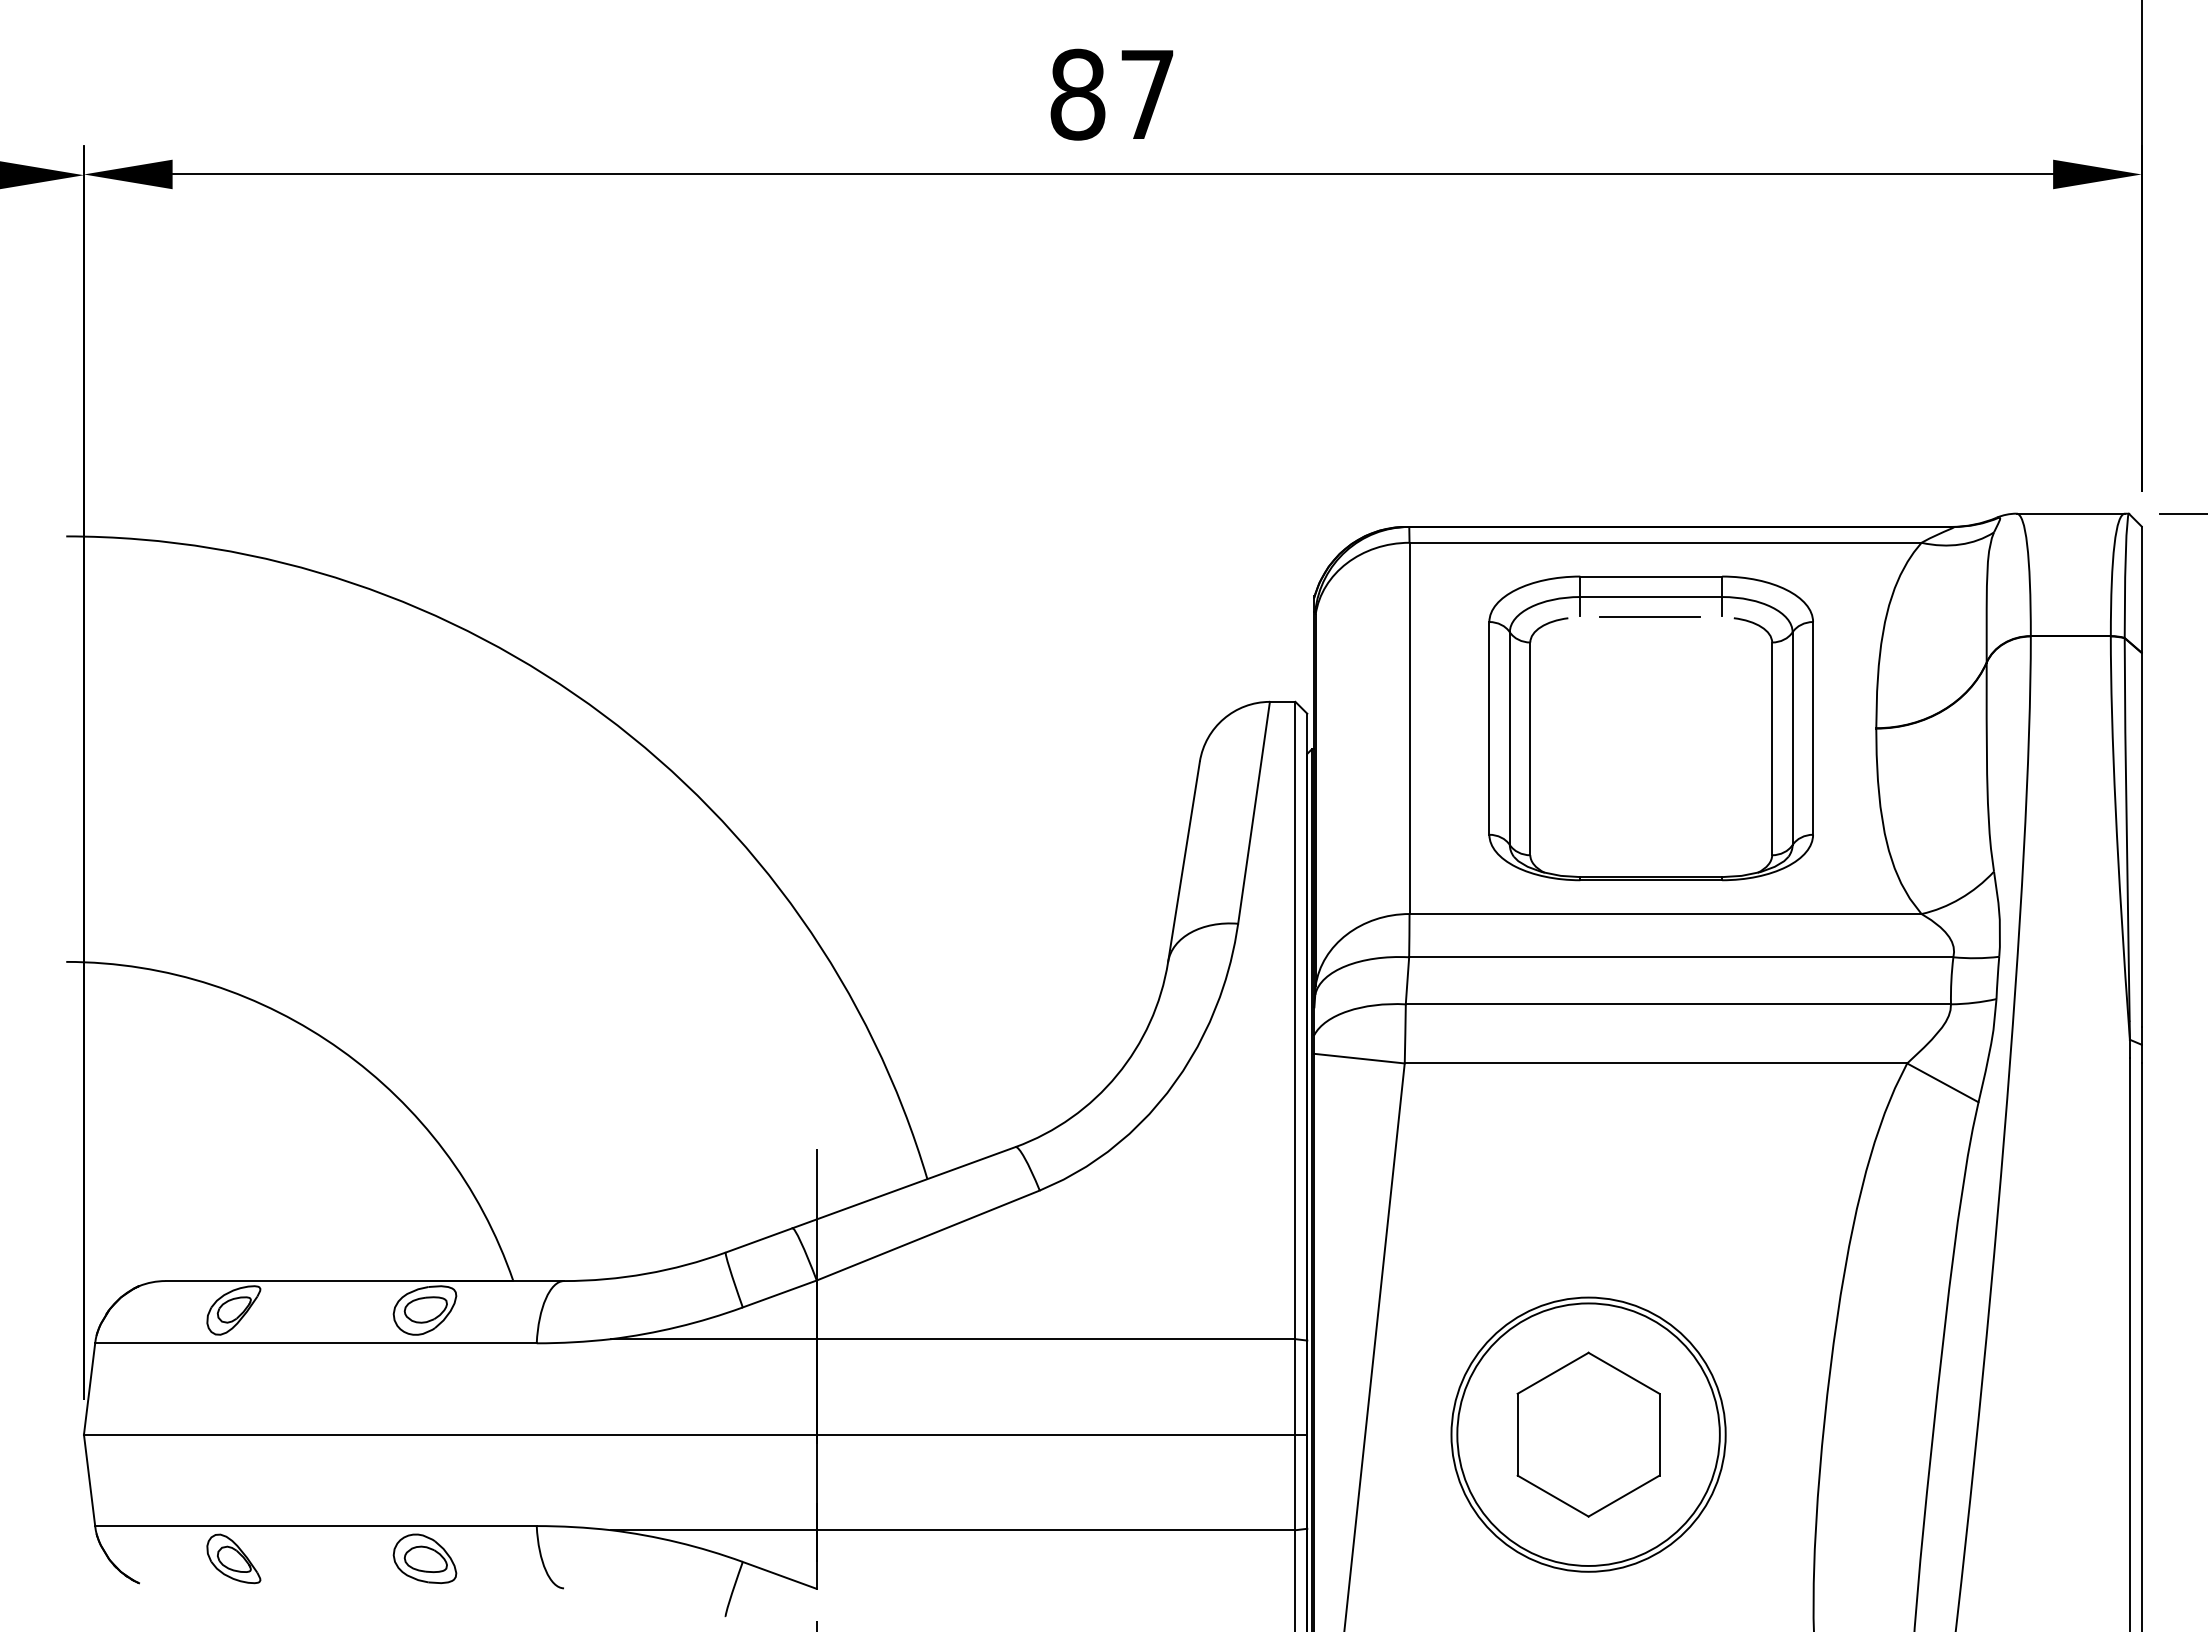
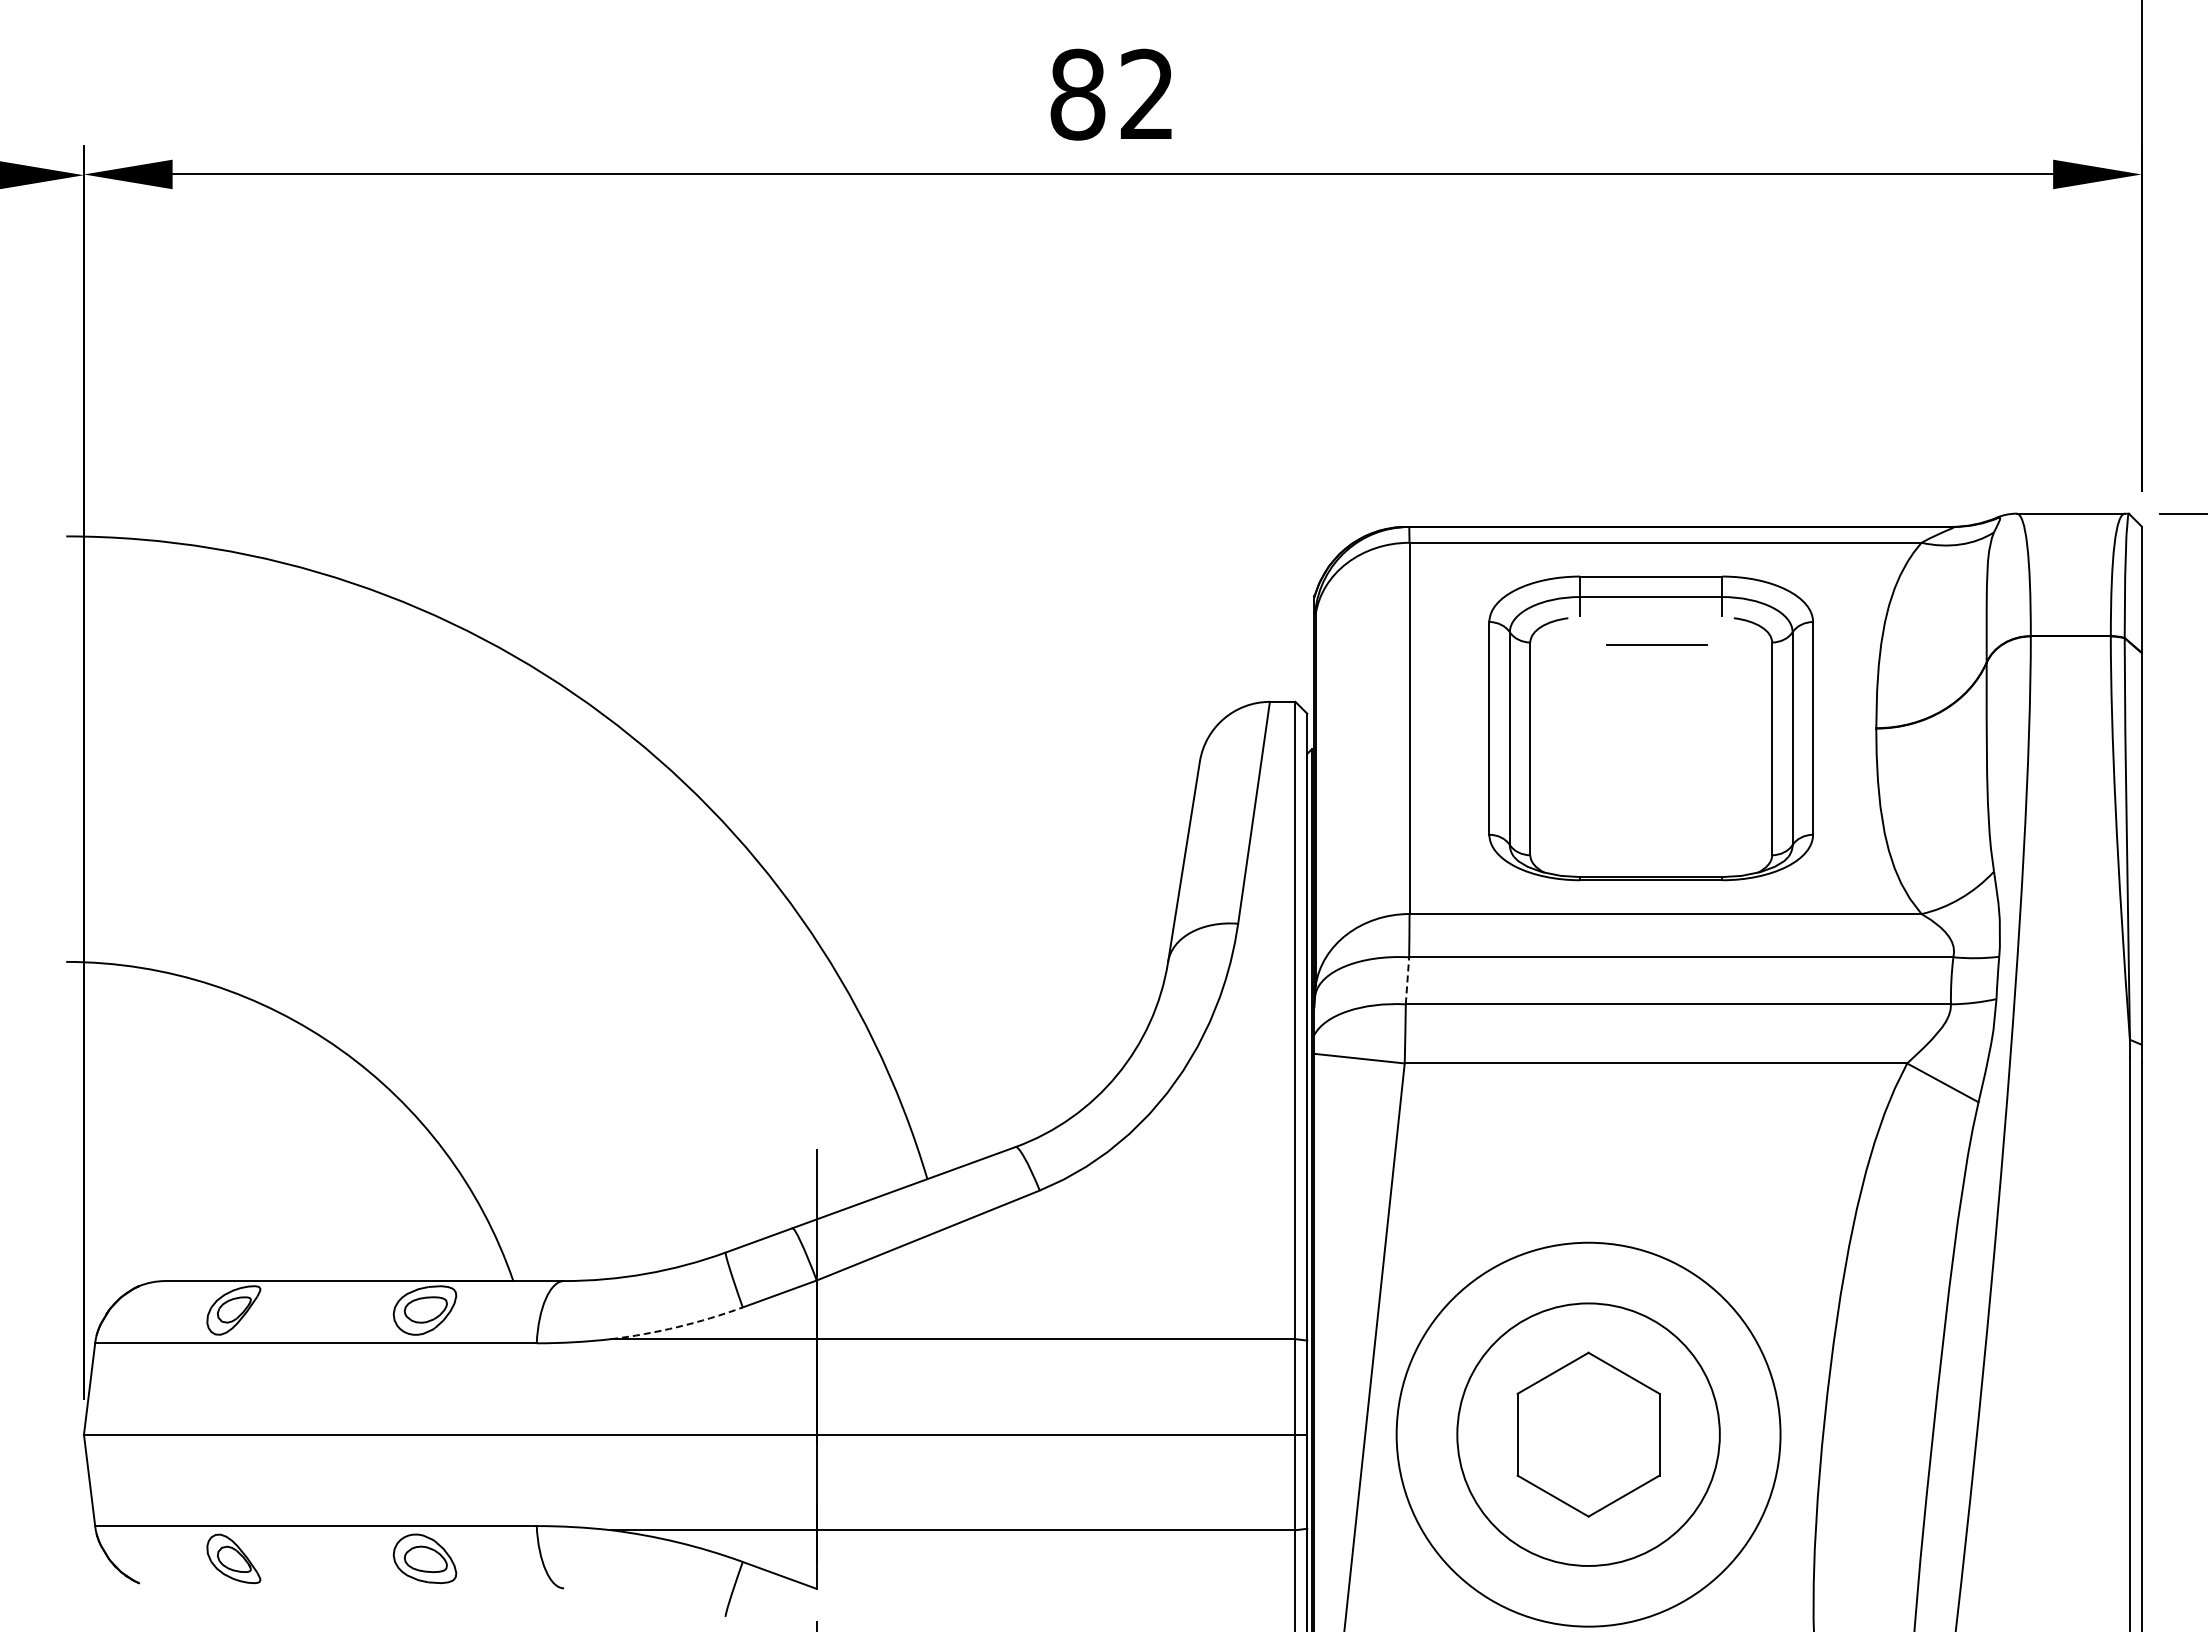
text at (1146, 93): 87 -> 82
line at (1649, 616) position: (1649, 616) -> (1656, 644)
line at (1407, 980): solid -> dashed
arc at (677, 1327): solid -> dashed
circle at (1588, 1434) diameter: 274 px -> 384 px
